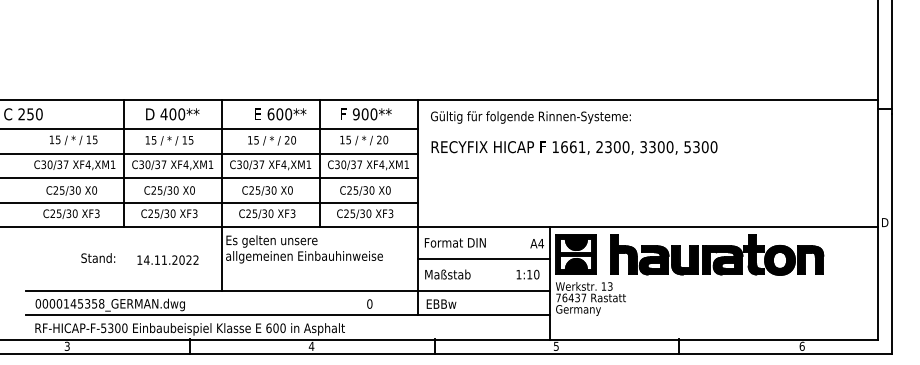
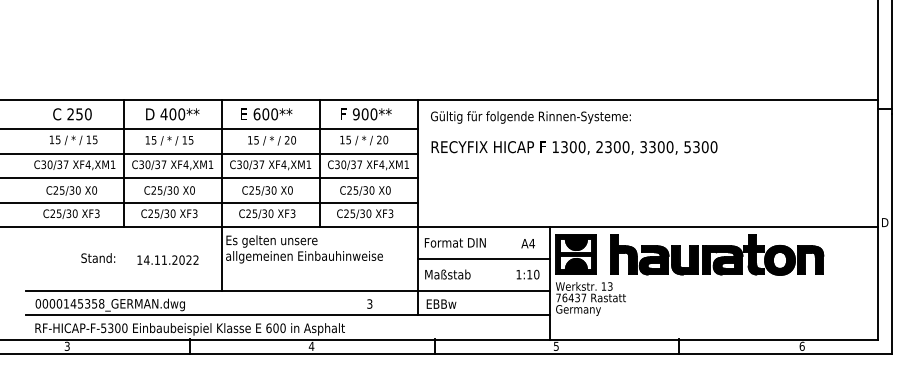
text at (23, 114) position: (23, 114) -> (72, 114)
text at (280, 114) position: (280, 114) -> (266, 114)
text at (573, 147): 1661, -> 1300,
text at (536, 243) position: (536, 243) -> (527, 243)
text at (369, 303): 0 -> 3
